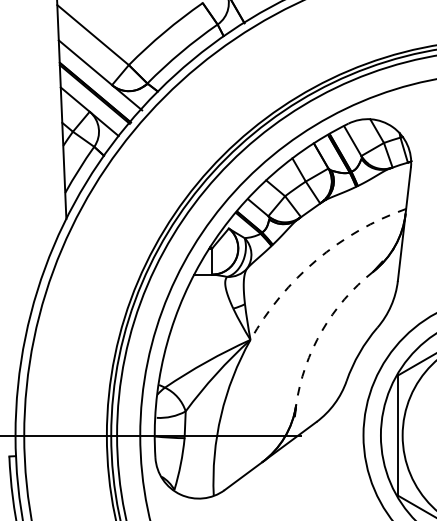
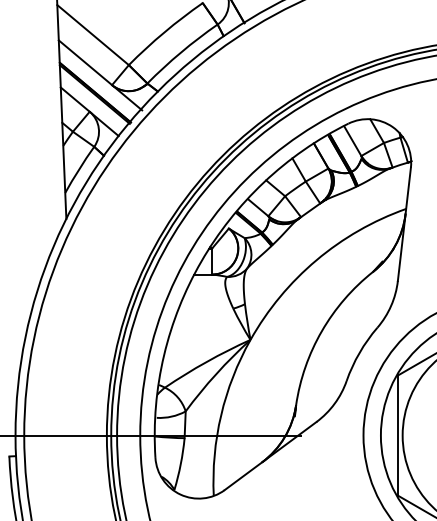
arc at (316, 260): dashed -> solid
arc at (321, 331): dashed -> solid
